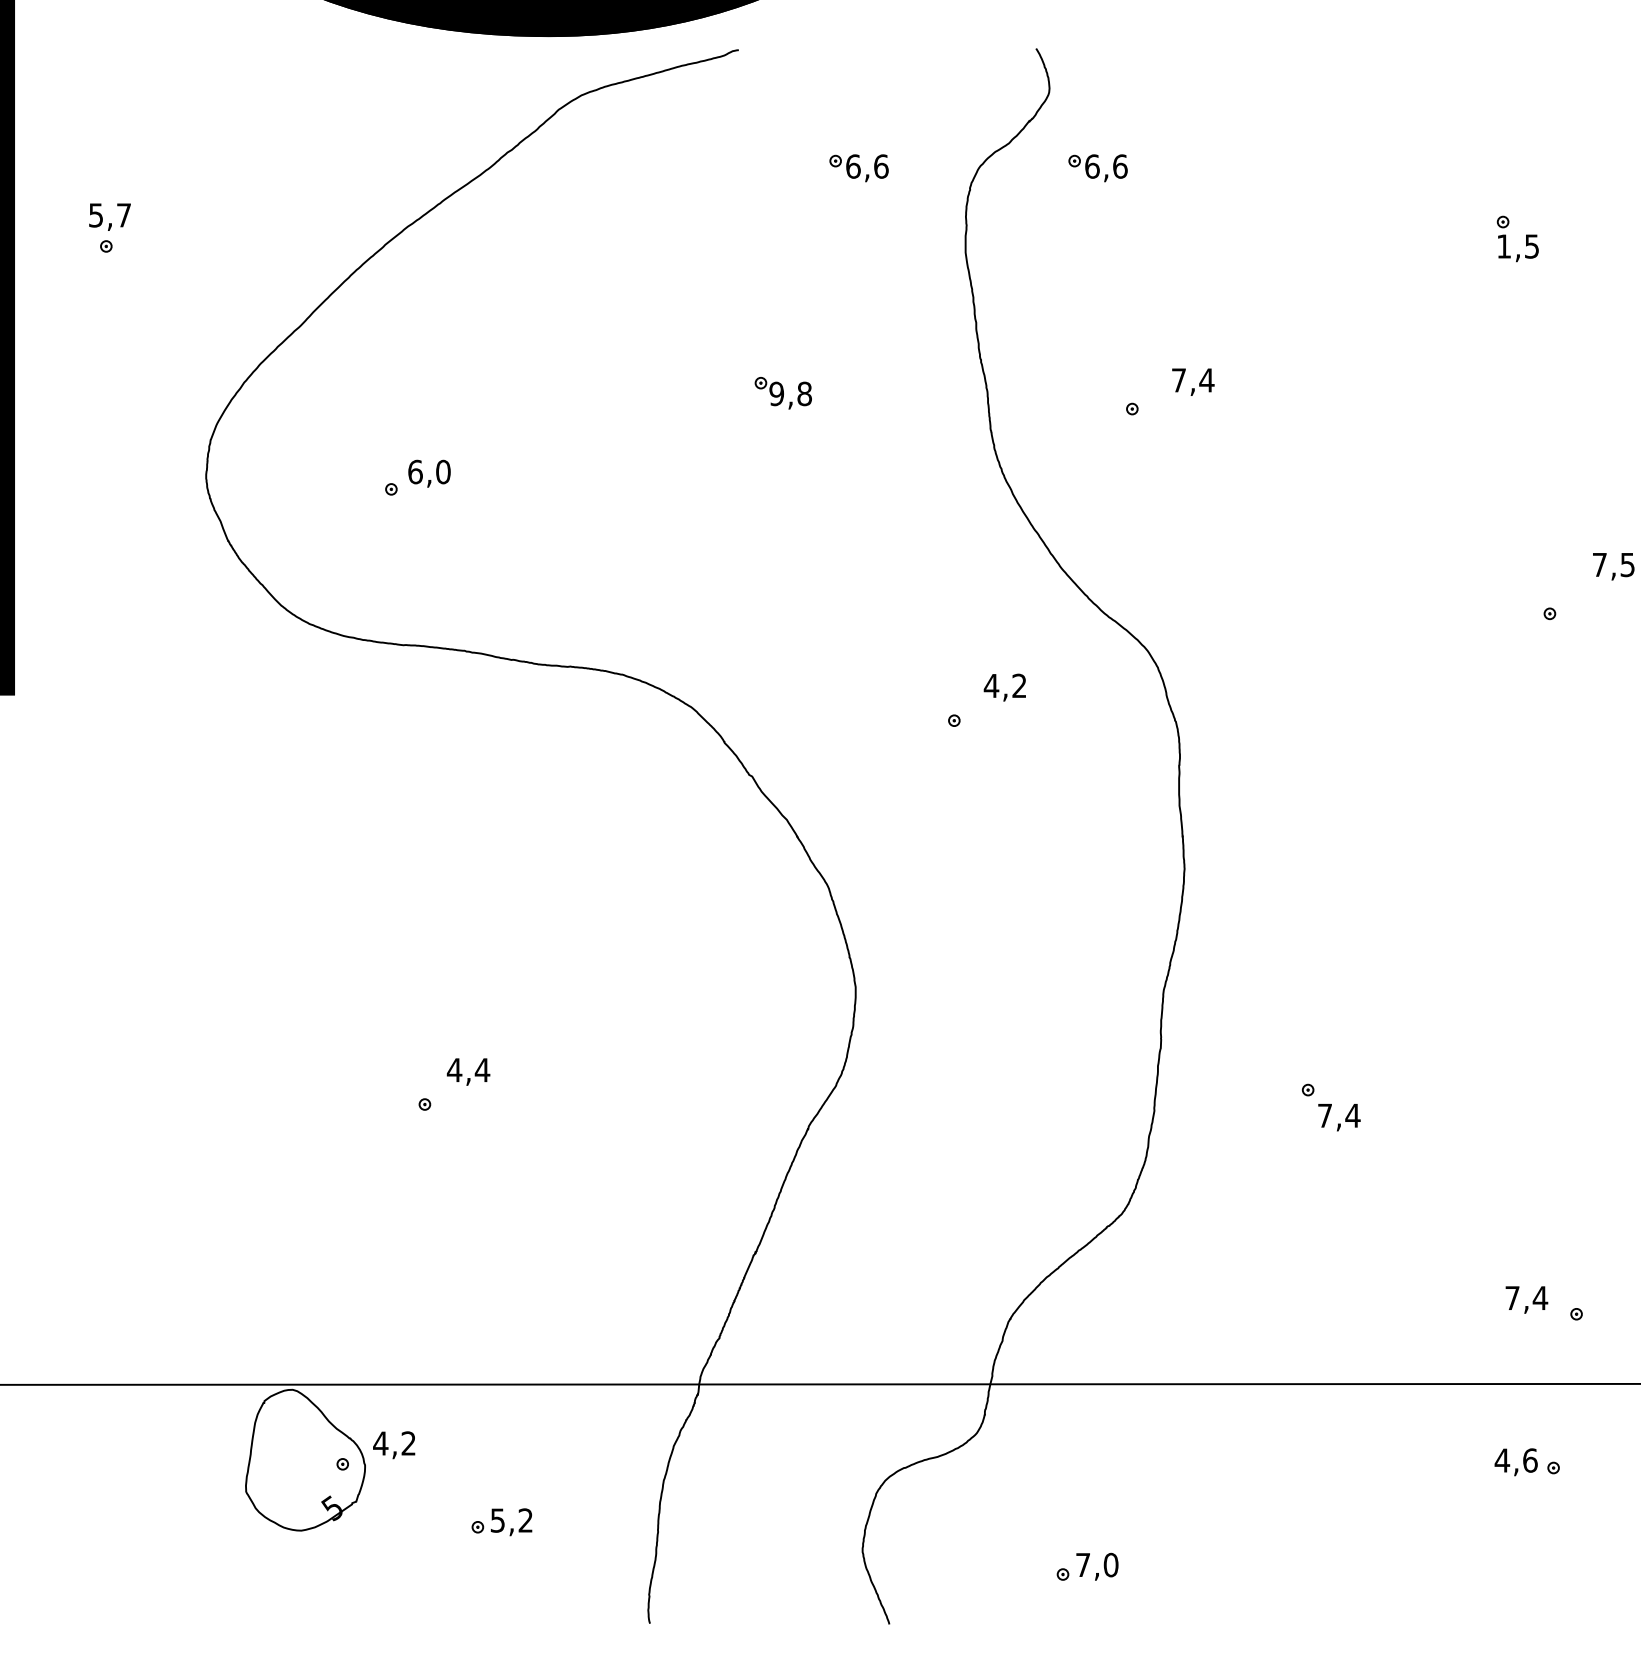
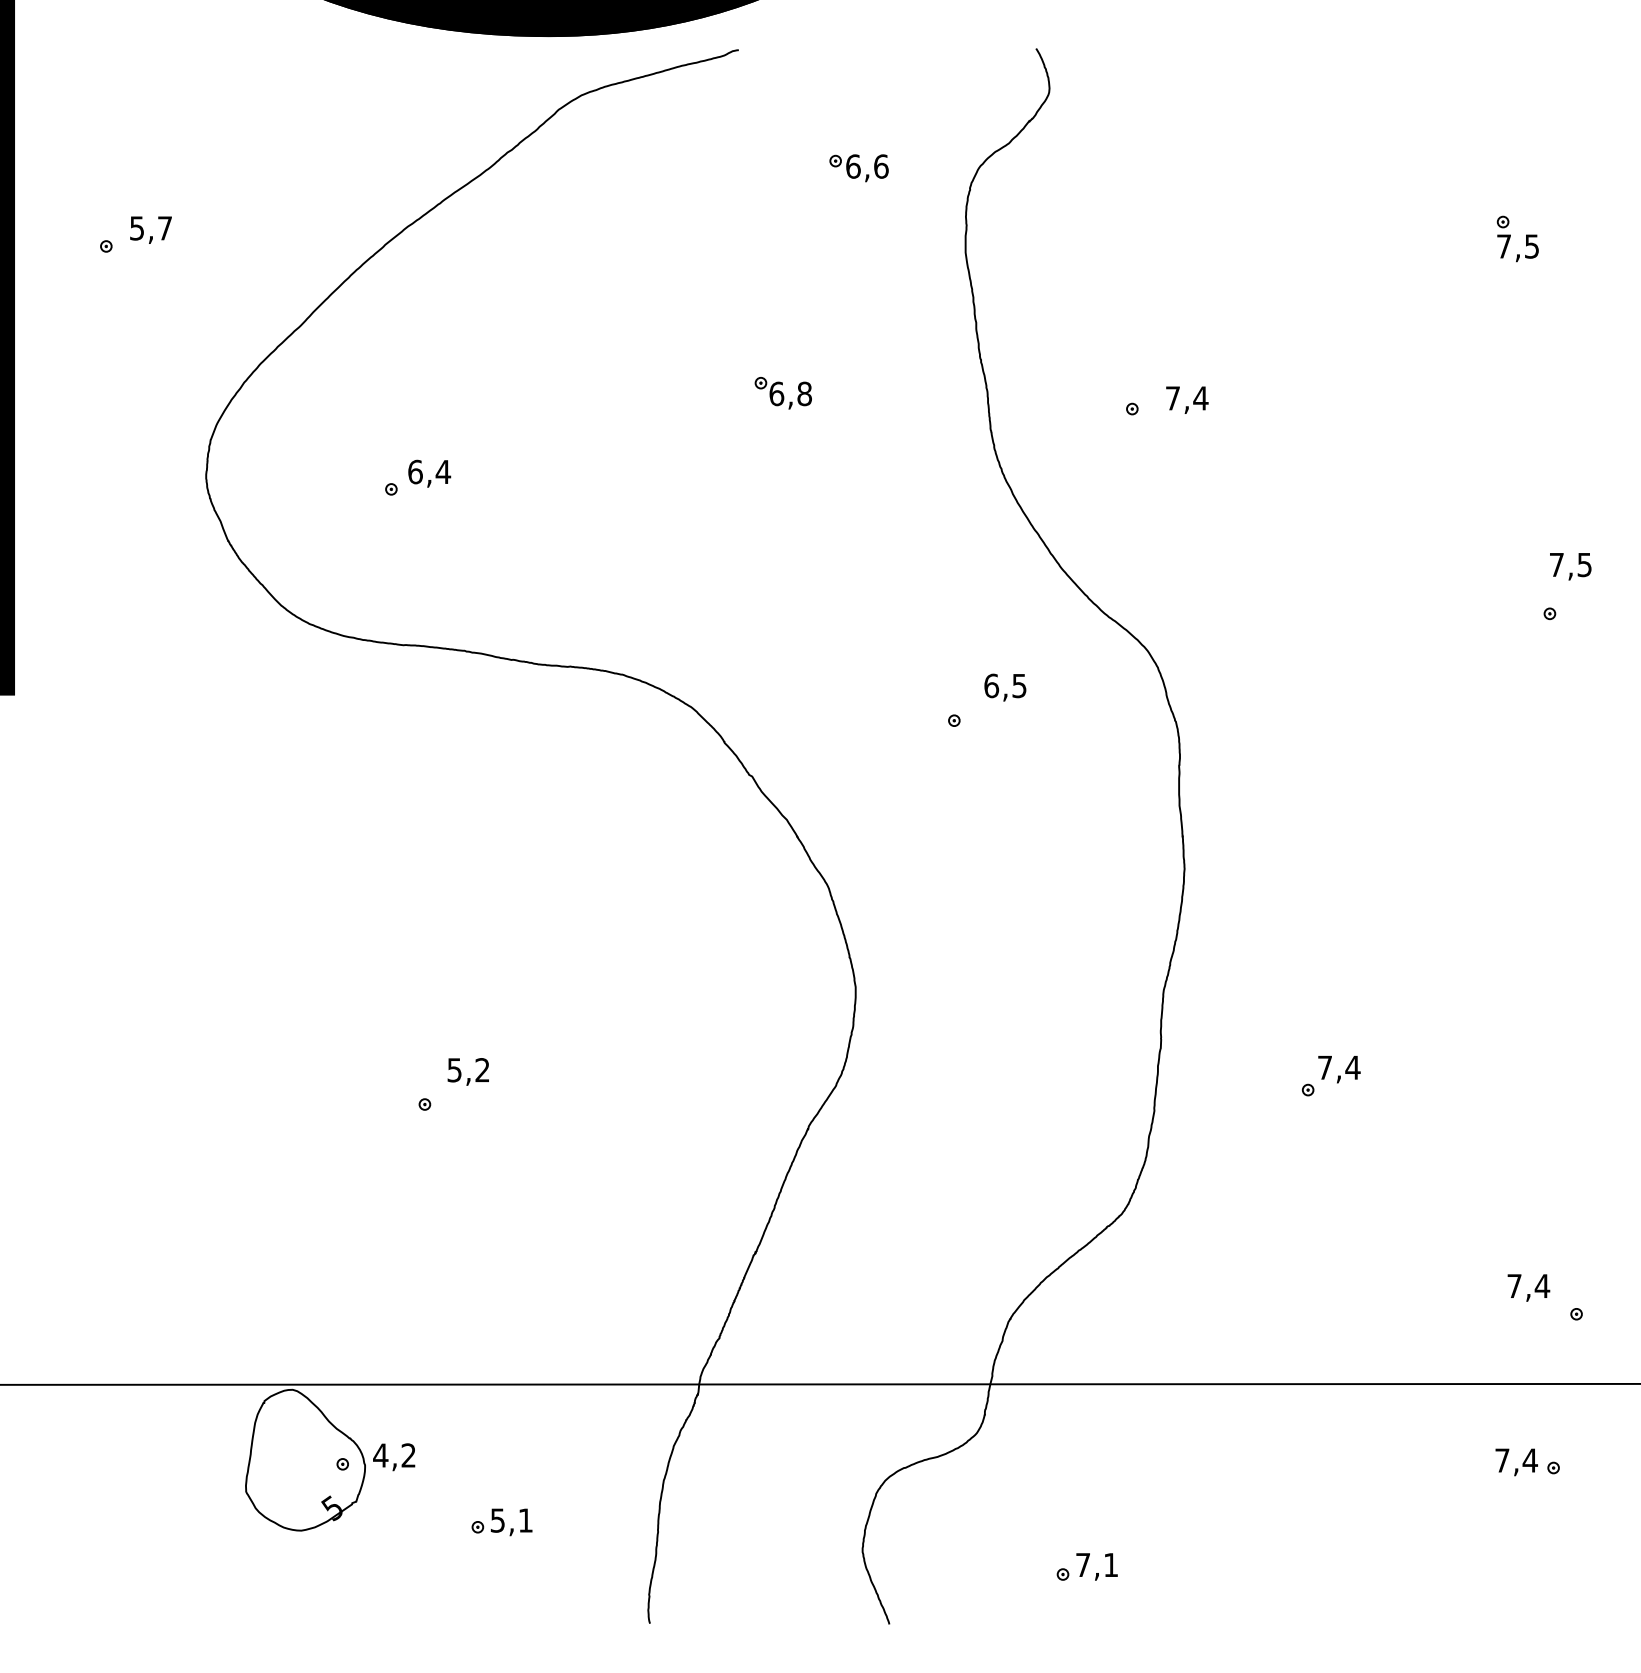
part at (1097, 168): present -> none
text at (109, 216) position: (109, 216) -> (150, 229)
text at (1503, 246): 1,5 -> 7,5
text at (1193, 381) position: (1193, 381) -> (1187, 399)
text at (776, 393): 9,8 -> 6,8
text at (443, 471): 6,0 -> 6,4
text at (1613, 566) position: (1613, 566) -> (1570, 566)
text at (1004, 685): 4,2 -> 6,5
text at (468, 1070): 4,4 -> 5,2
text at (1339, 1117) position: (1339, 1117) -> (1339, 1069)
text at (1526, 1299) position: (1526, 1299) -> (1528, 1287)
text at (394, 1445) position: (394, 1445) -> (394, 1457)
text at (1515, 1460): 4,6 -> 7,4
text at (525, 1520): 5,2 -> 5,1
text at (1110, 1564): 7,0 -> 7,1
